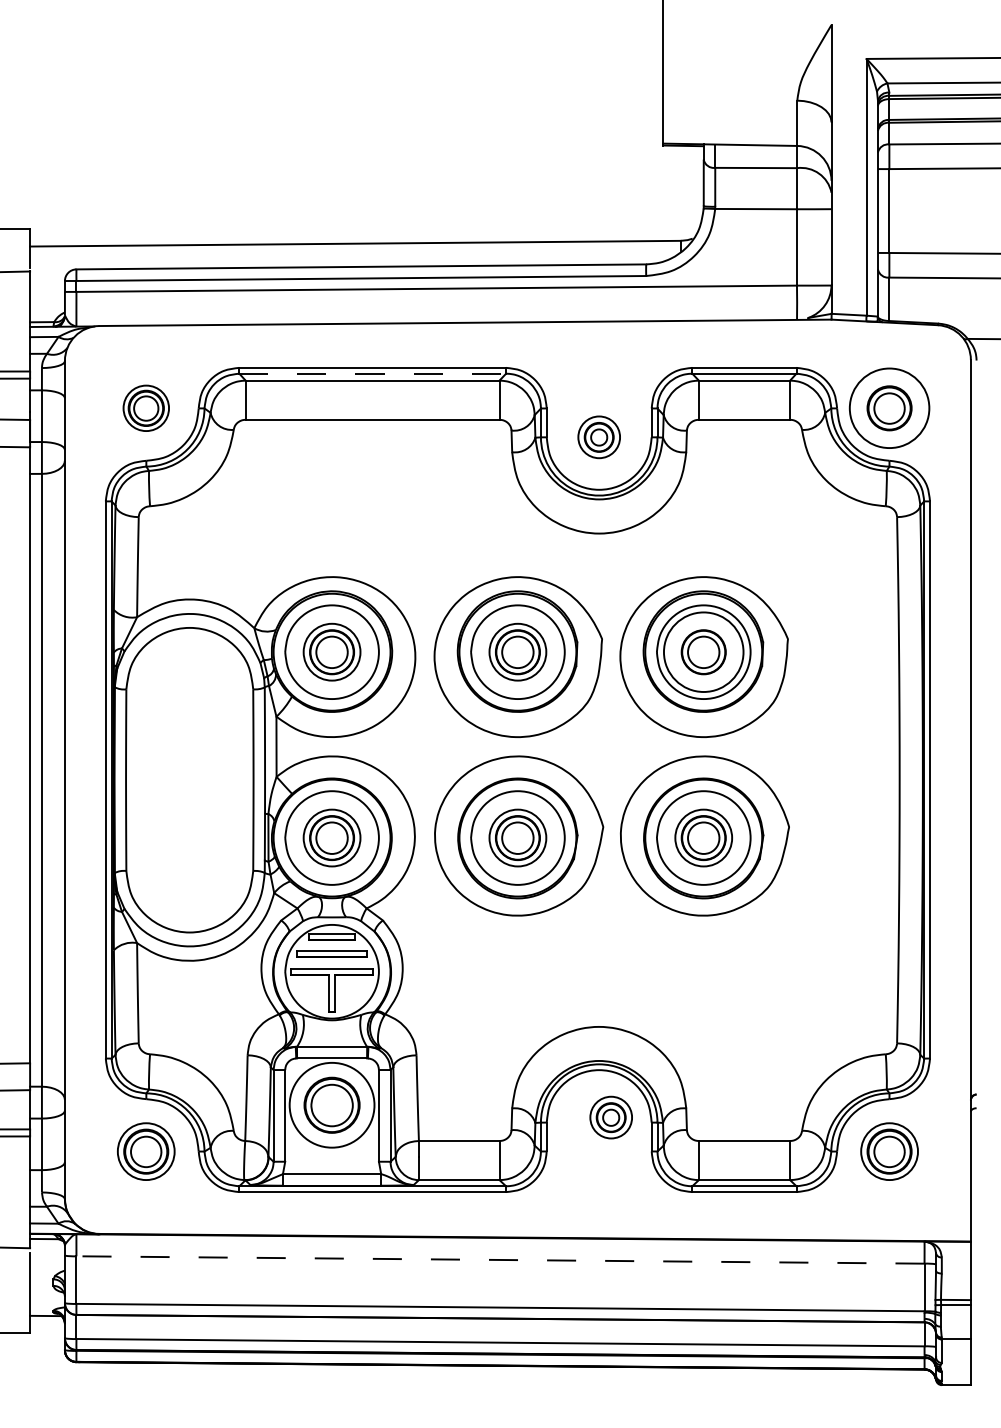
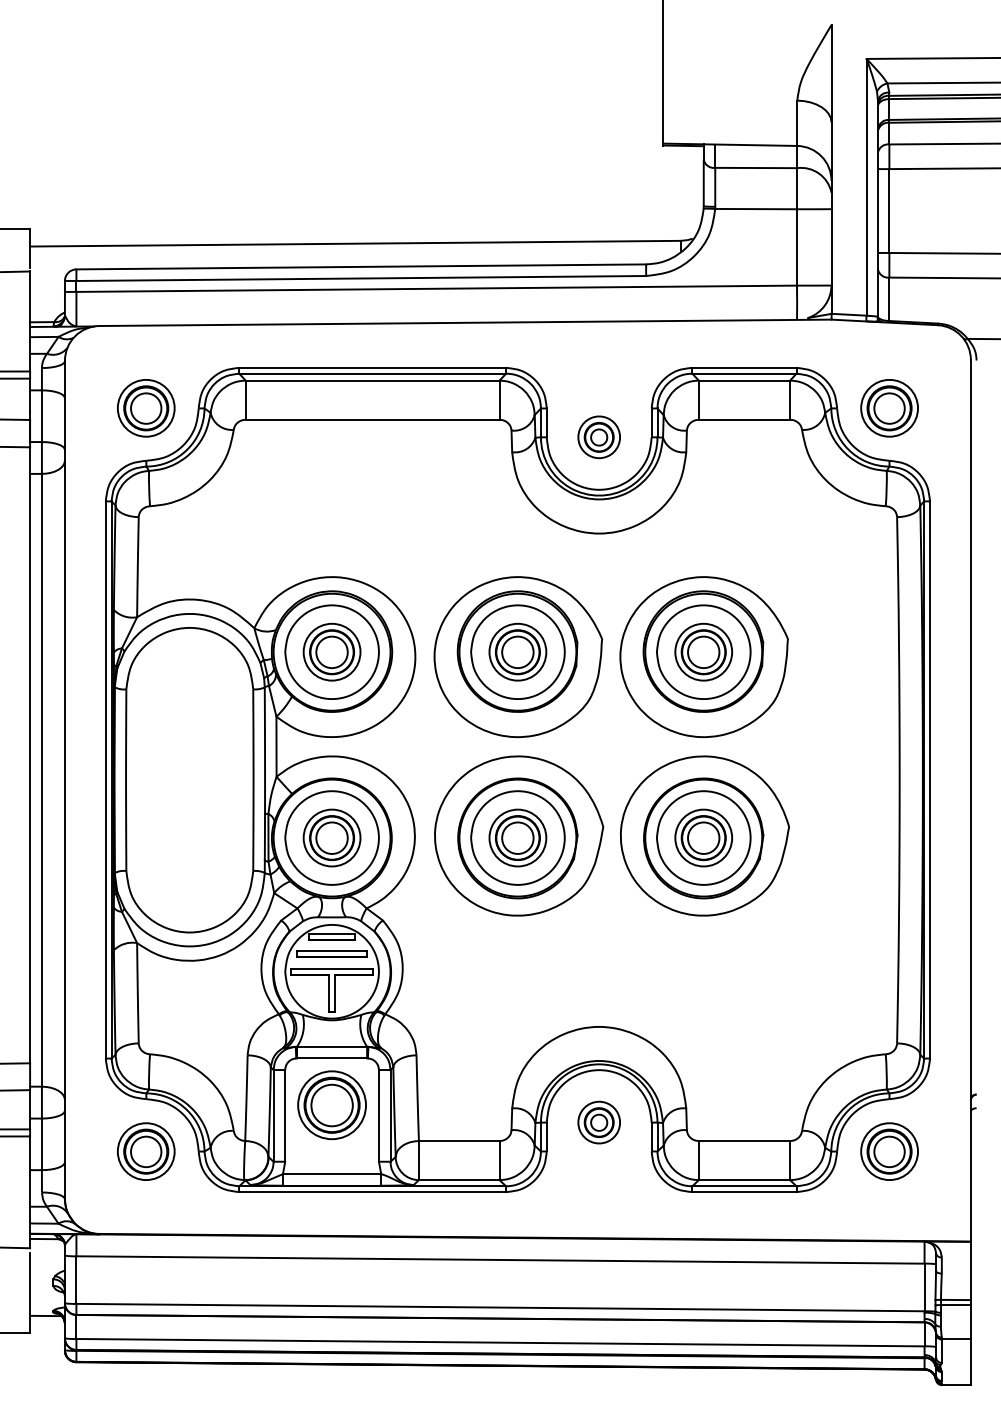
line at (373, 373): dashed -> solid
part at (145, 407) size: 48x48 px -> 59x59 px
circle at (889, 408) diameter: 80 px -> 57 px
circle at (703, 651) diameter: 80 px -> 57 px
circle at (331, 1104) diameter: 85 px -> 68 px
part at (610, 1117) position: (610, 1117) -> (598, 1122)
line at (500, 1259): dashed -> solid
